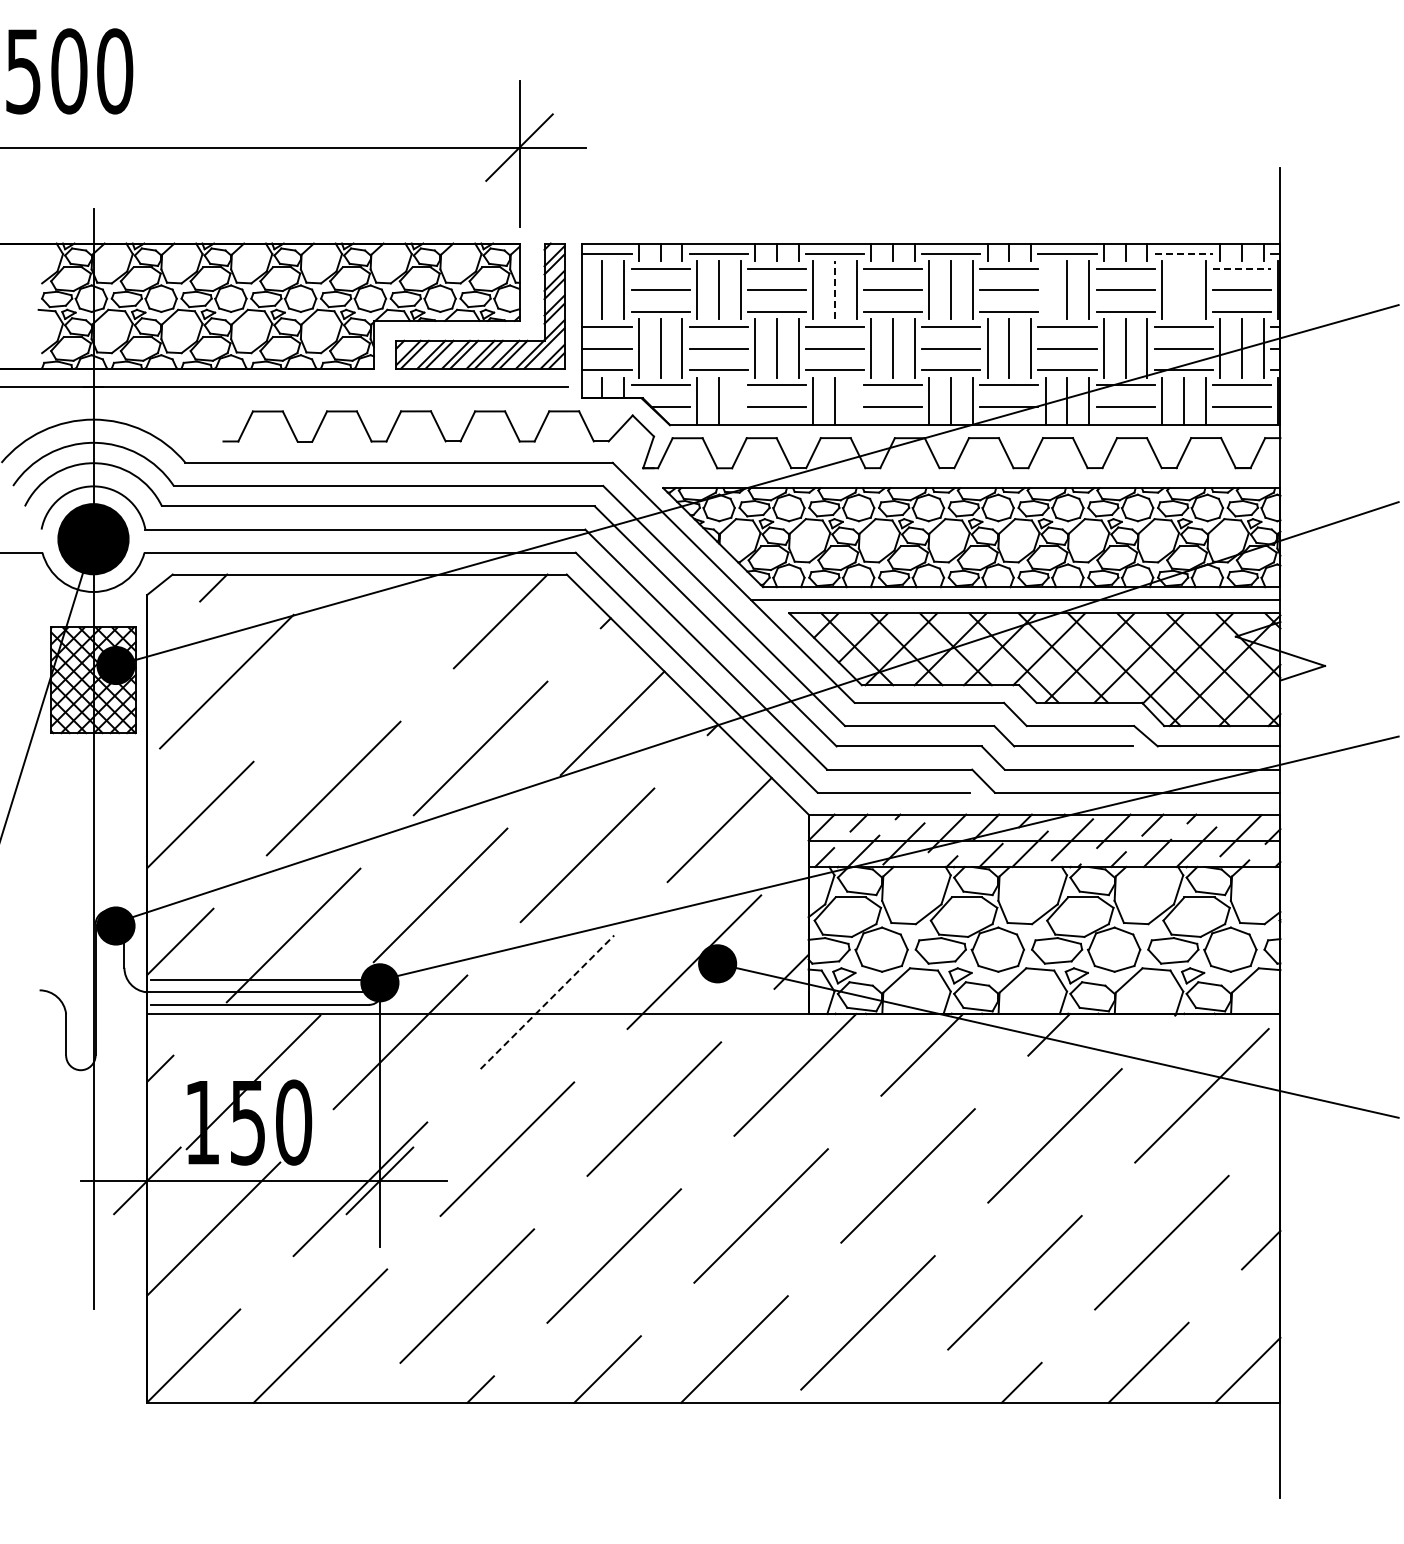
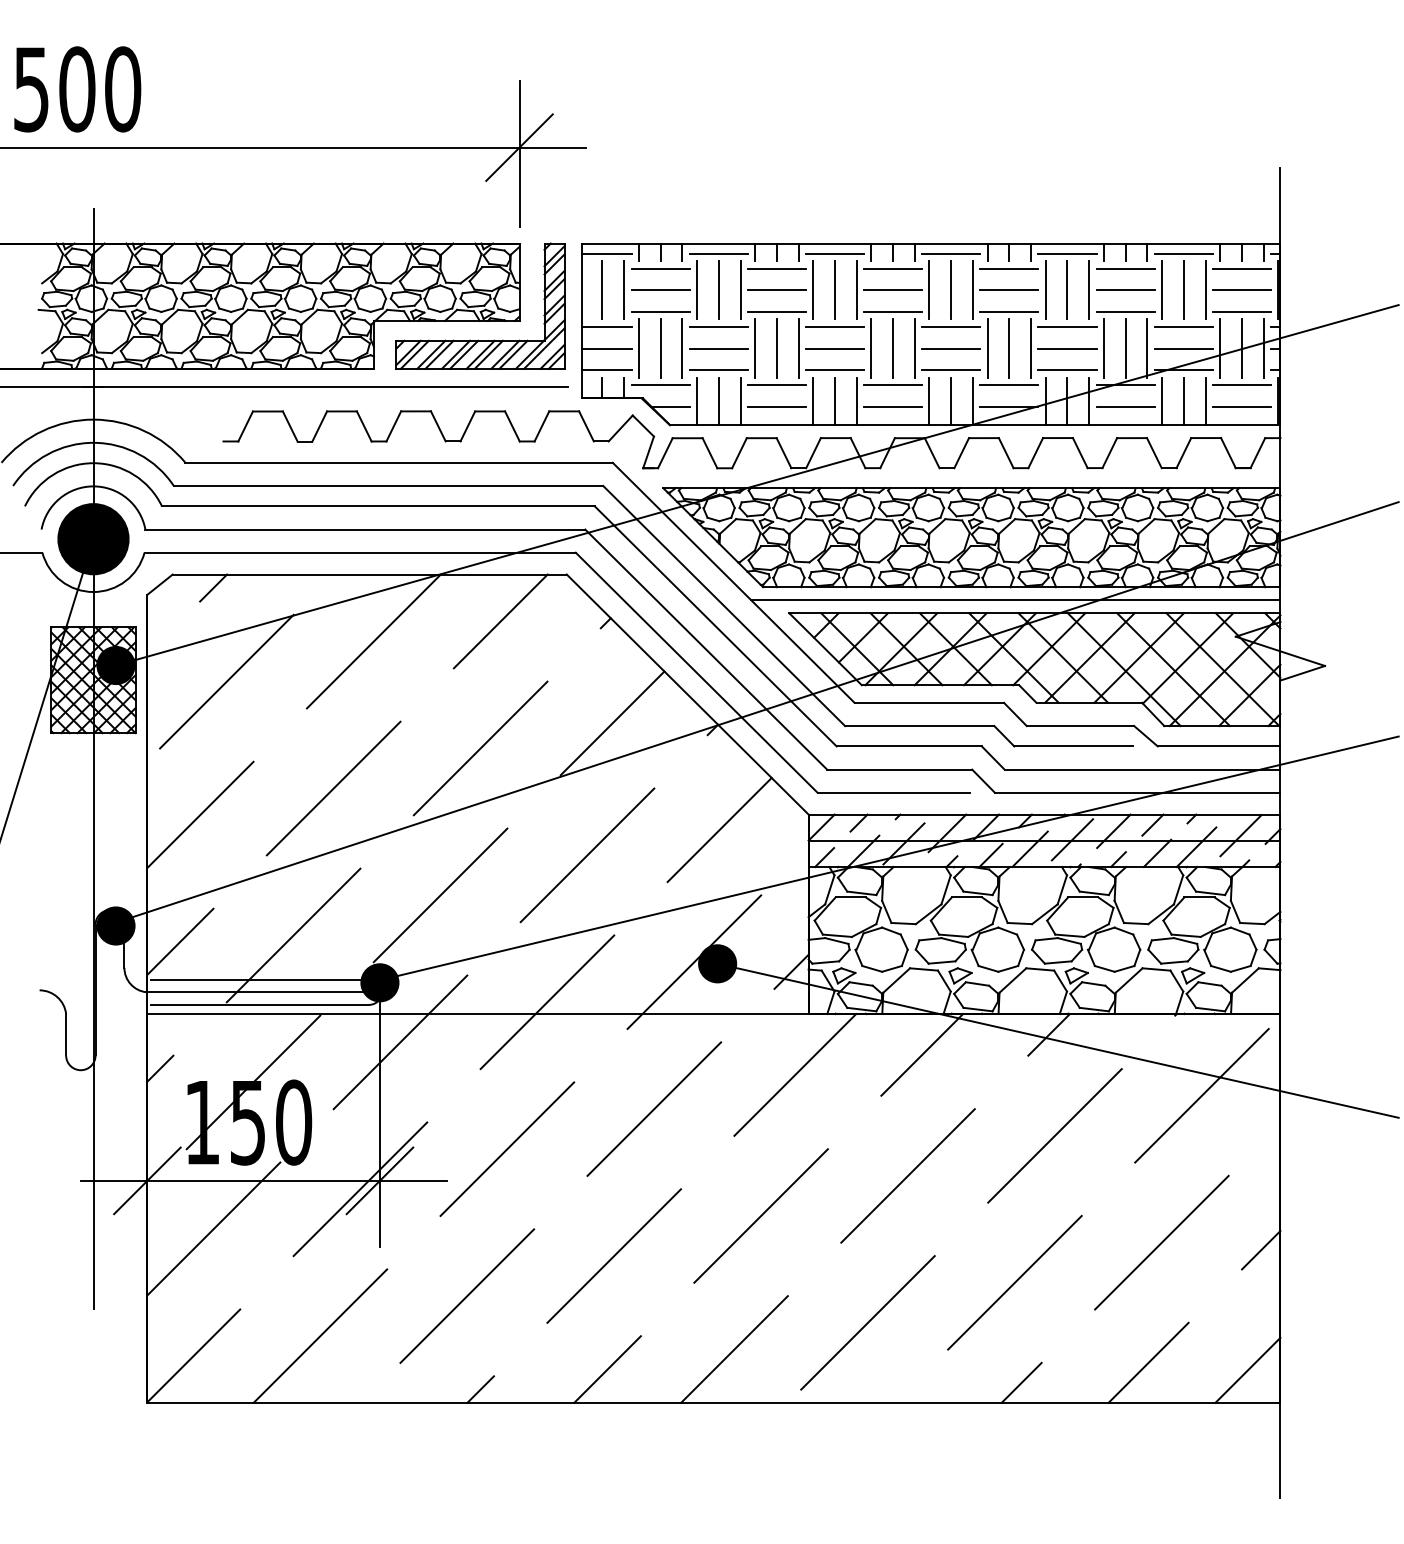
text at (69, 71) position: (69, 71) -> (77, 89)
line at (1184, 254): dashed -> solid
line at (1242, 268): dashed -> solid
line at (834, 289): dashed -> solid
line at (1045, 290): none -> present
line at (1183, 290): none -> present
line at (740, 401): none -> present
line at (856, 401): none -> present
line at (373, 641): none -> present
line at (547, 1001): dashed -> solid
